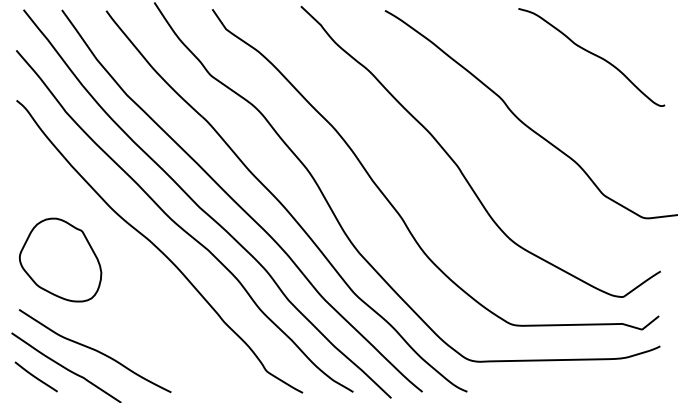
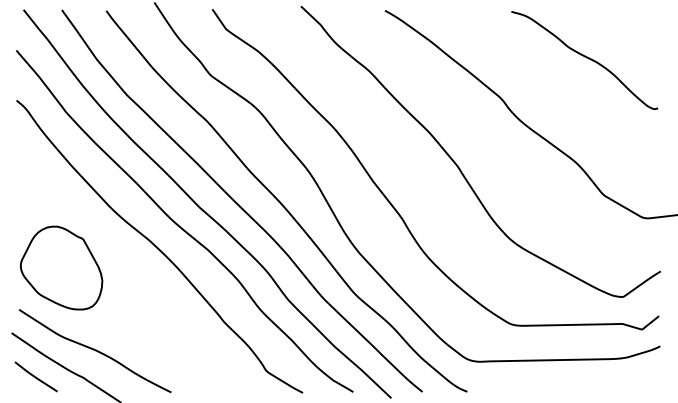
curve at (593, 55) position: (593, 55) -> (586, 58)
part at (60, 259) position: (60, 259) -> (61, 267)
